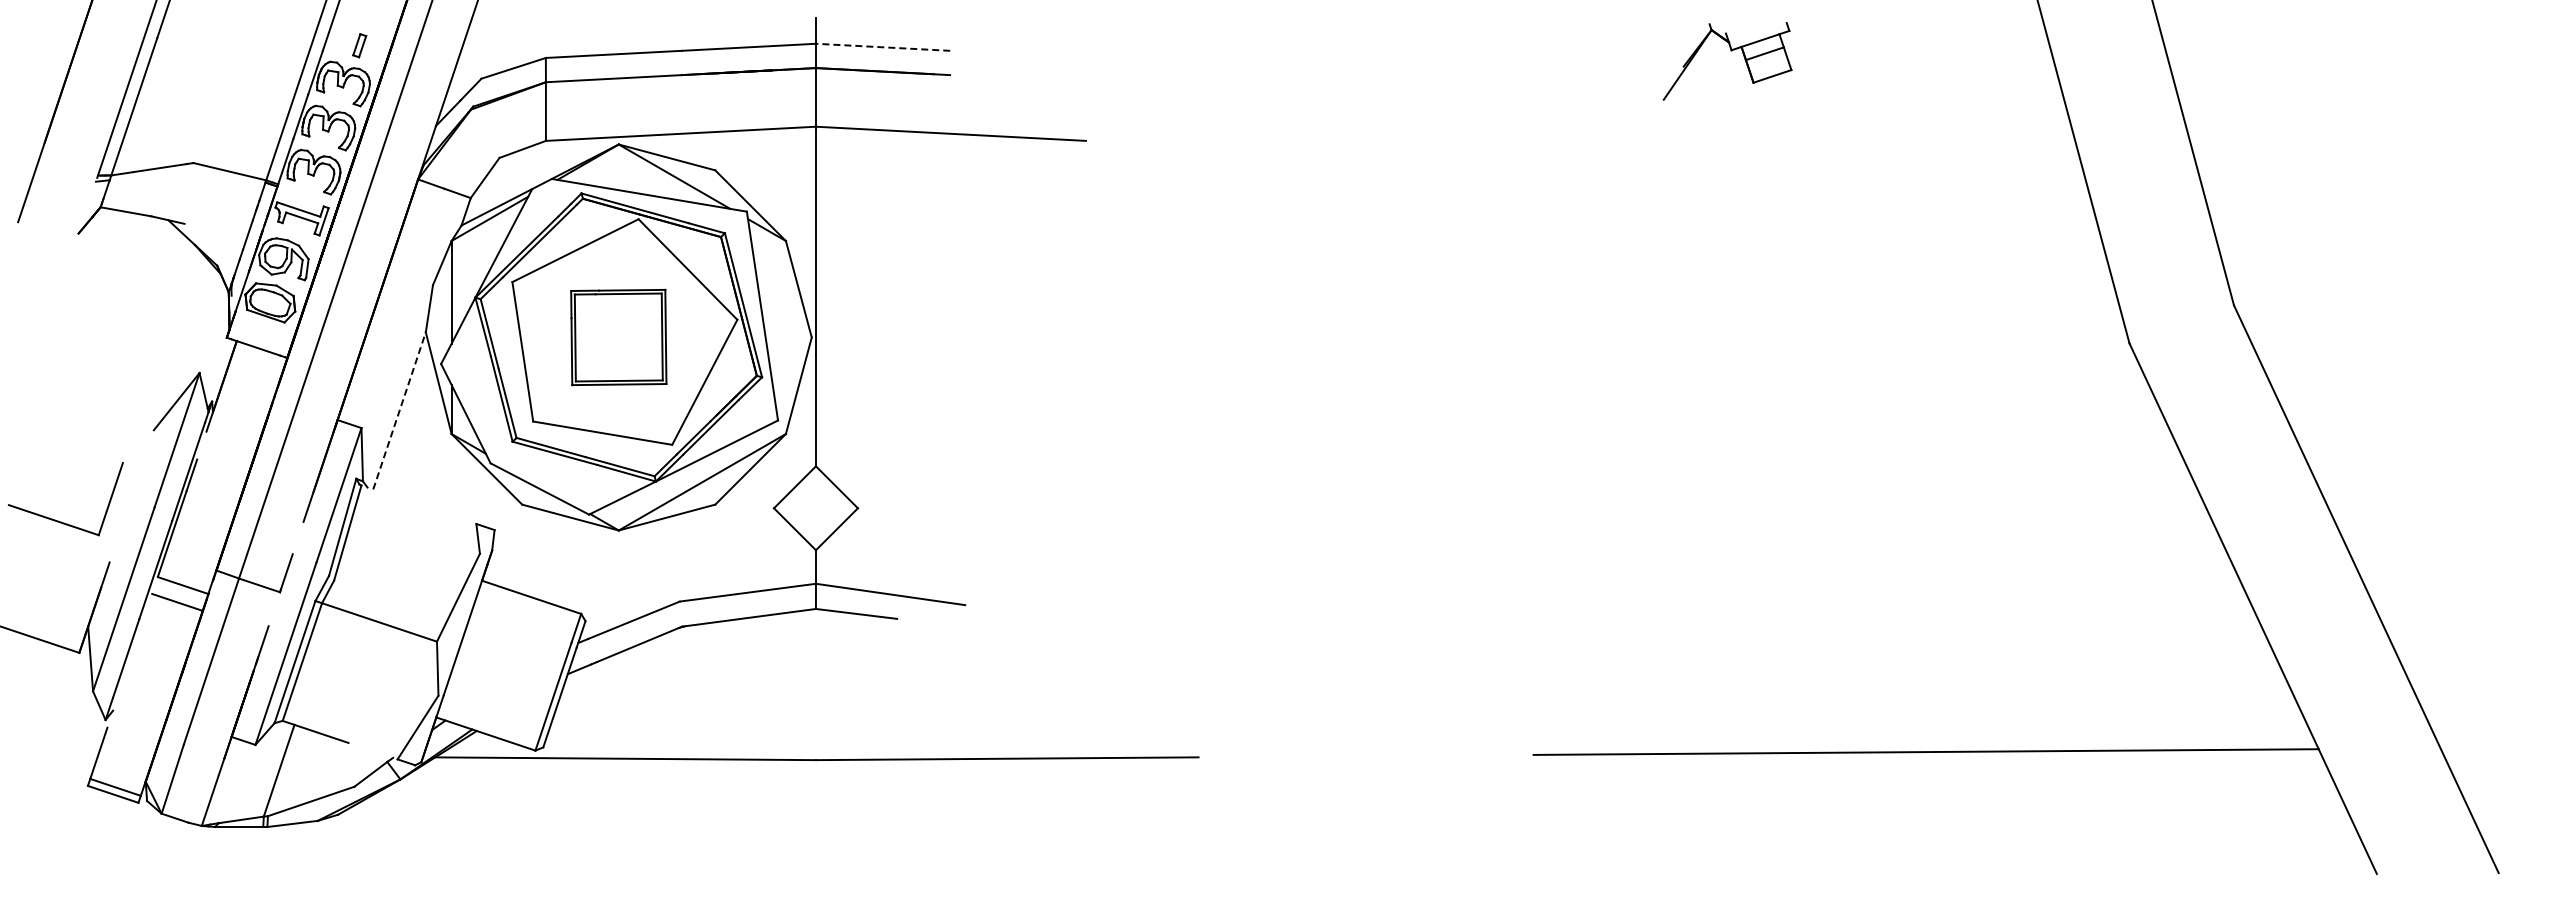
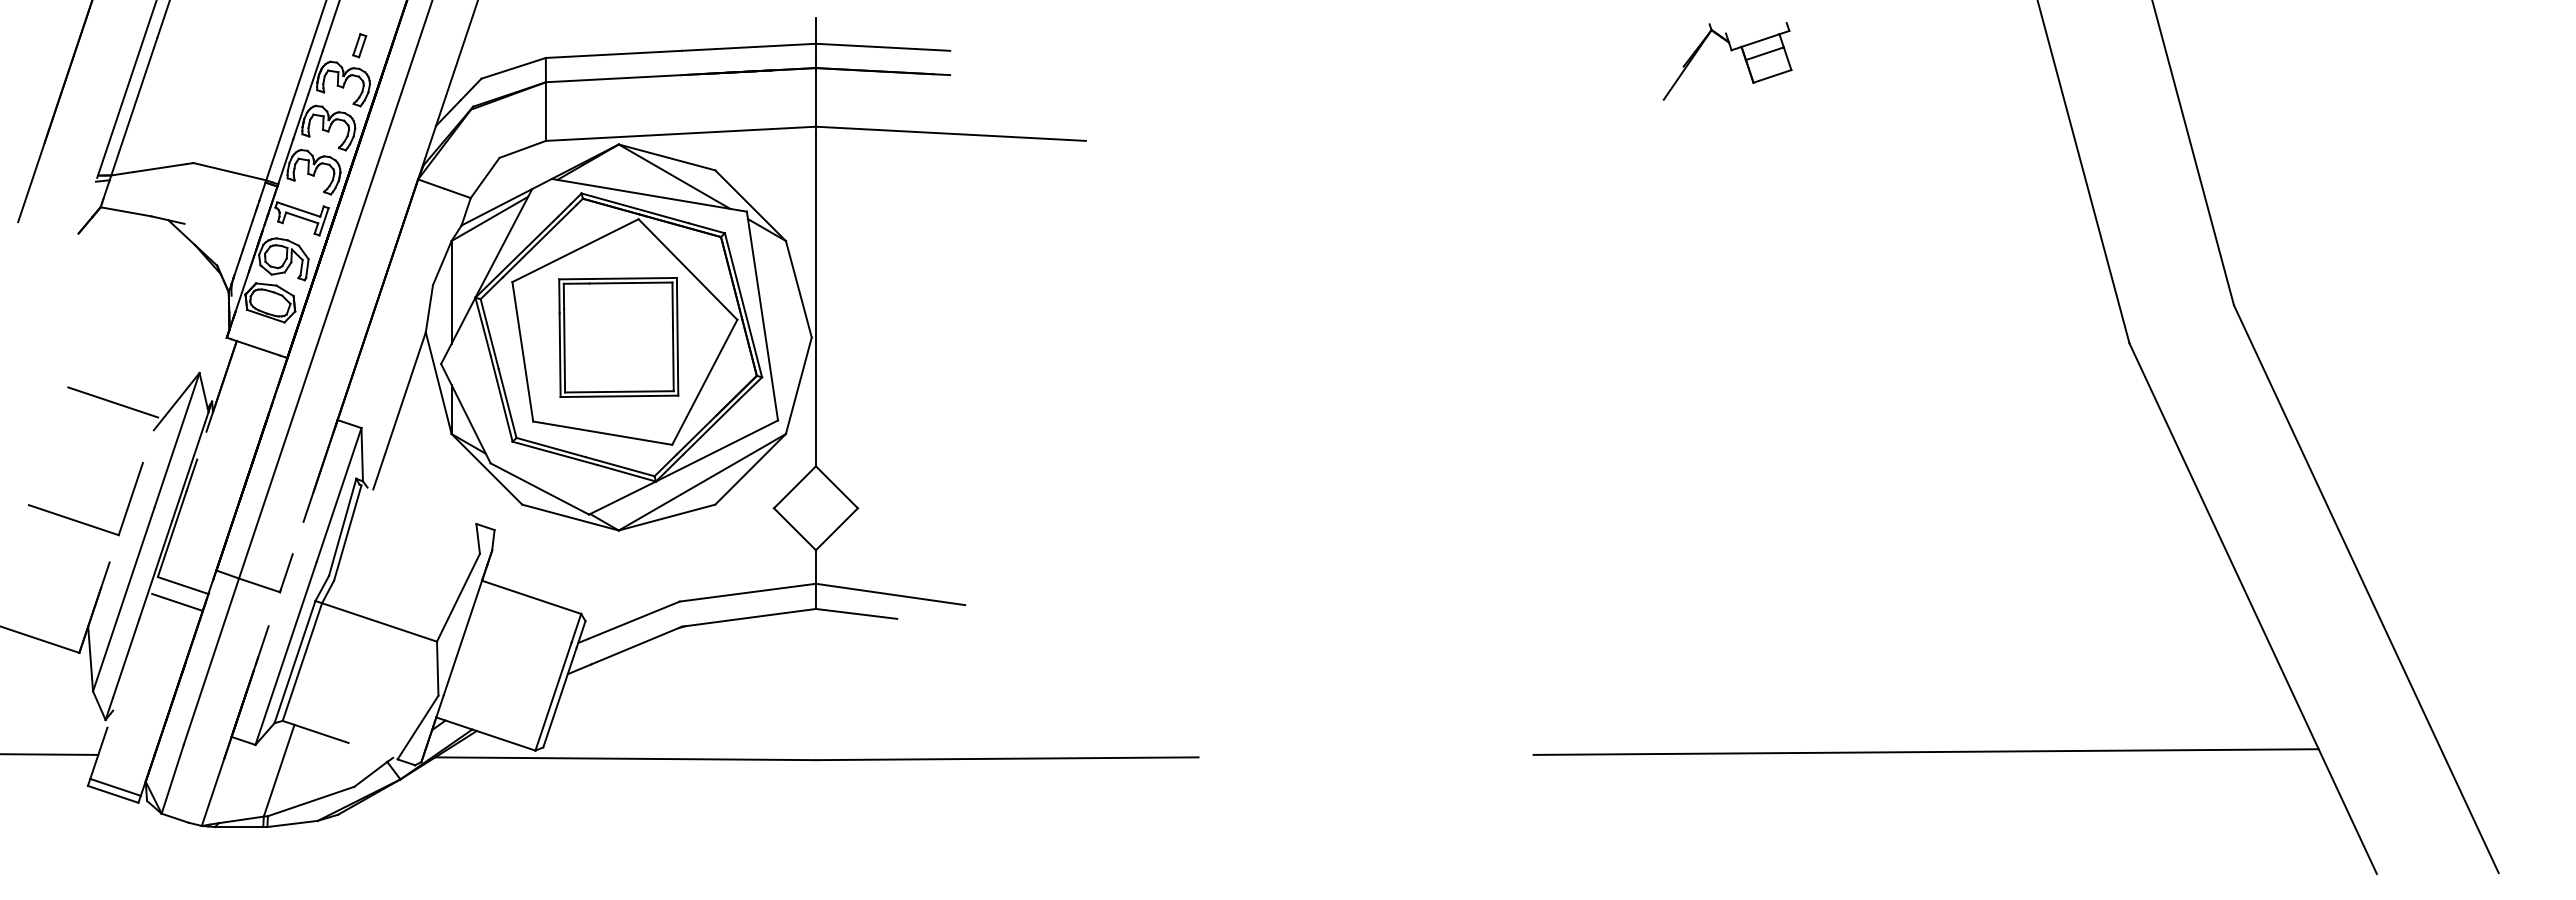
line at (882, 47): dashed -> solid
part at (618, 337) size: 98x99 px -> 122x121 px
line at (113, 402): none -> present
line at (399, 410): dashed -> solid
part at (58, 520) position: (58, 520) -> (78, 520)
line at (50, 754): none -> present
